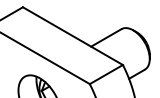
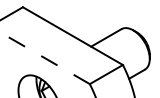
line at (45, 58): solid -> dashed
